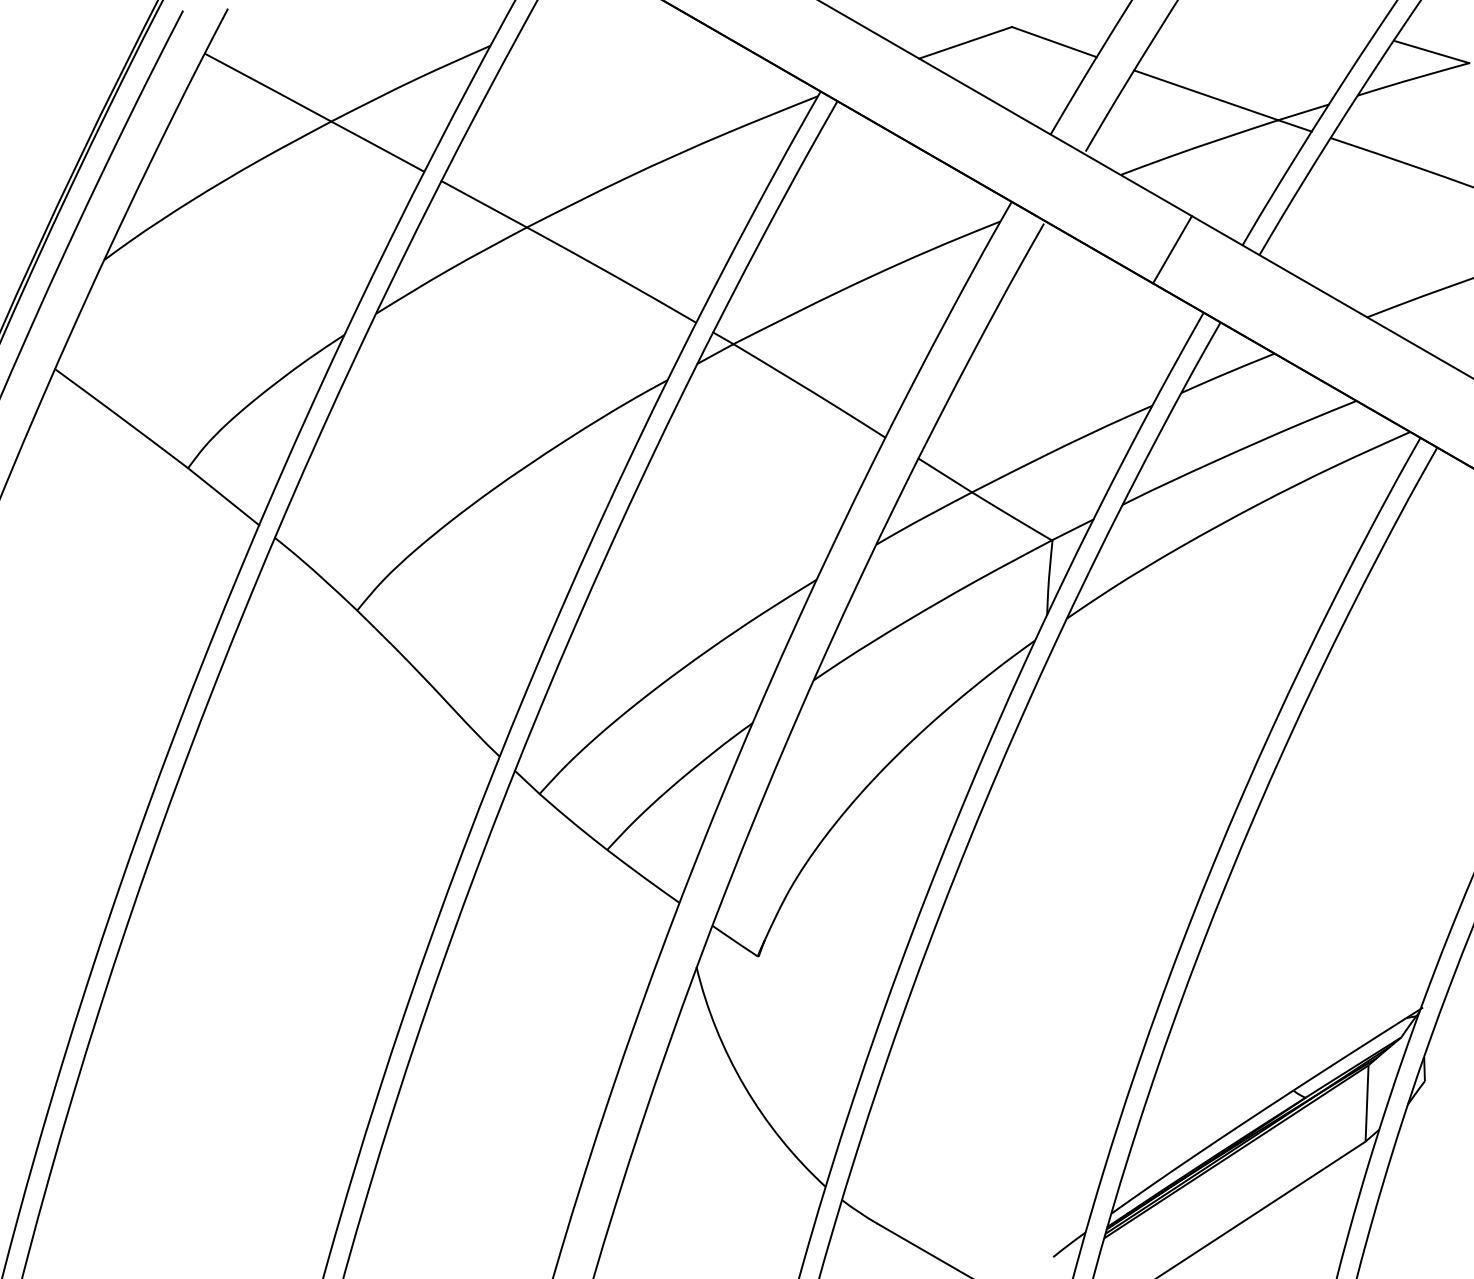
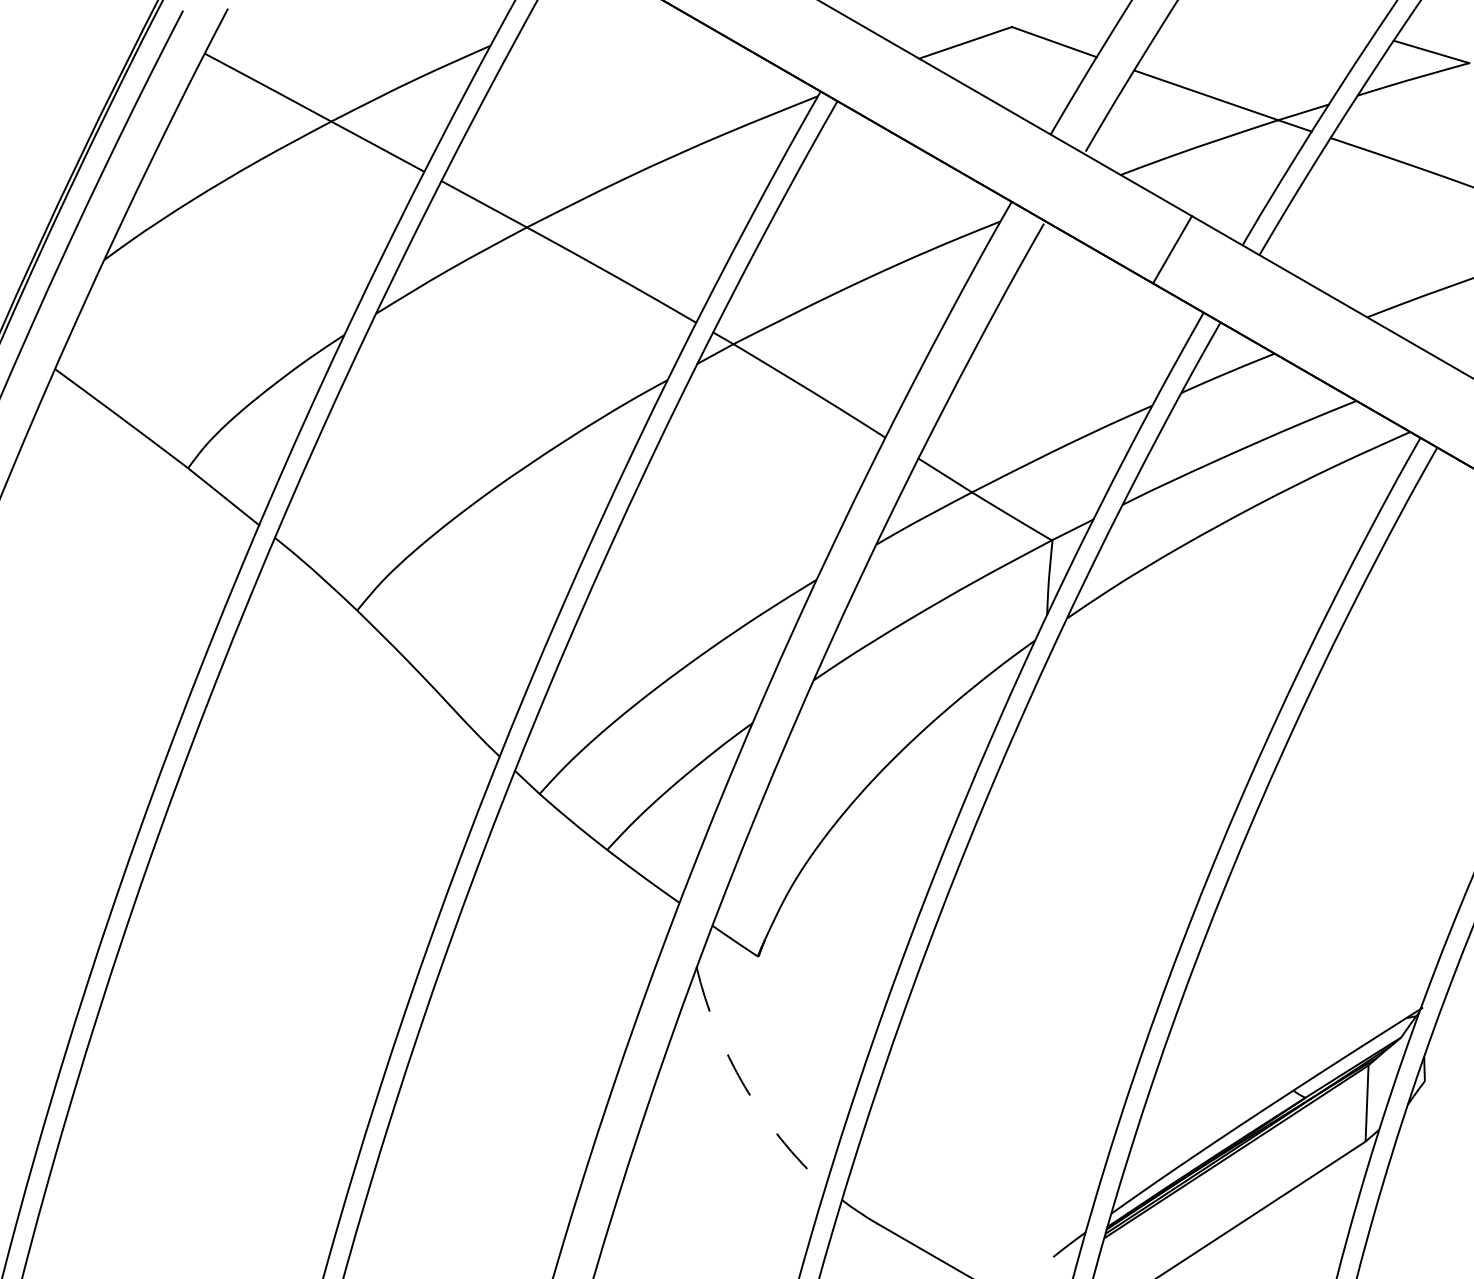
arc at (744, 1086): solid -> dashed
